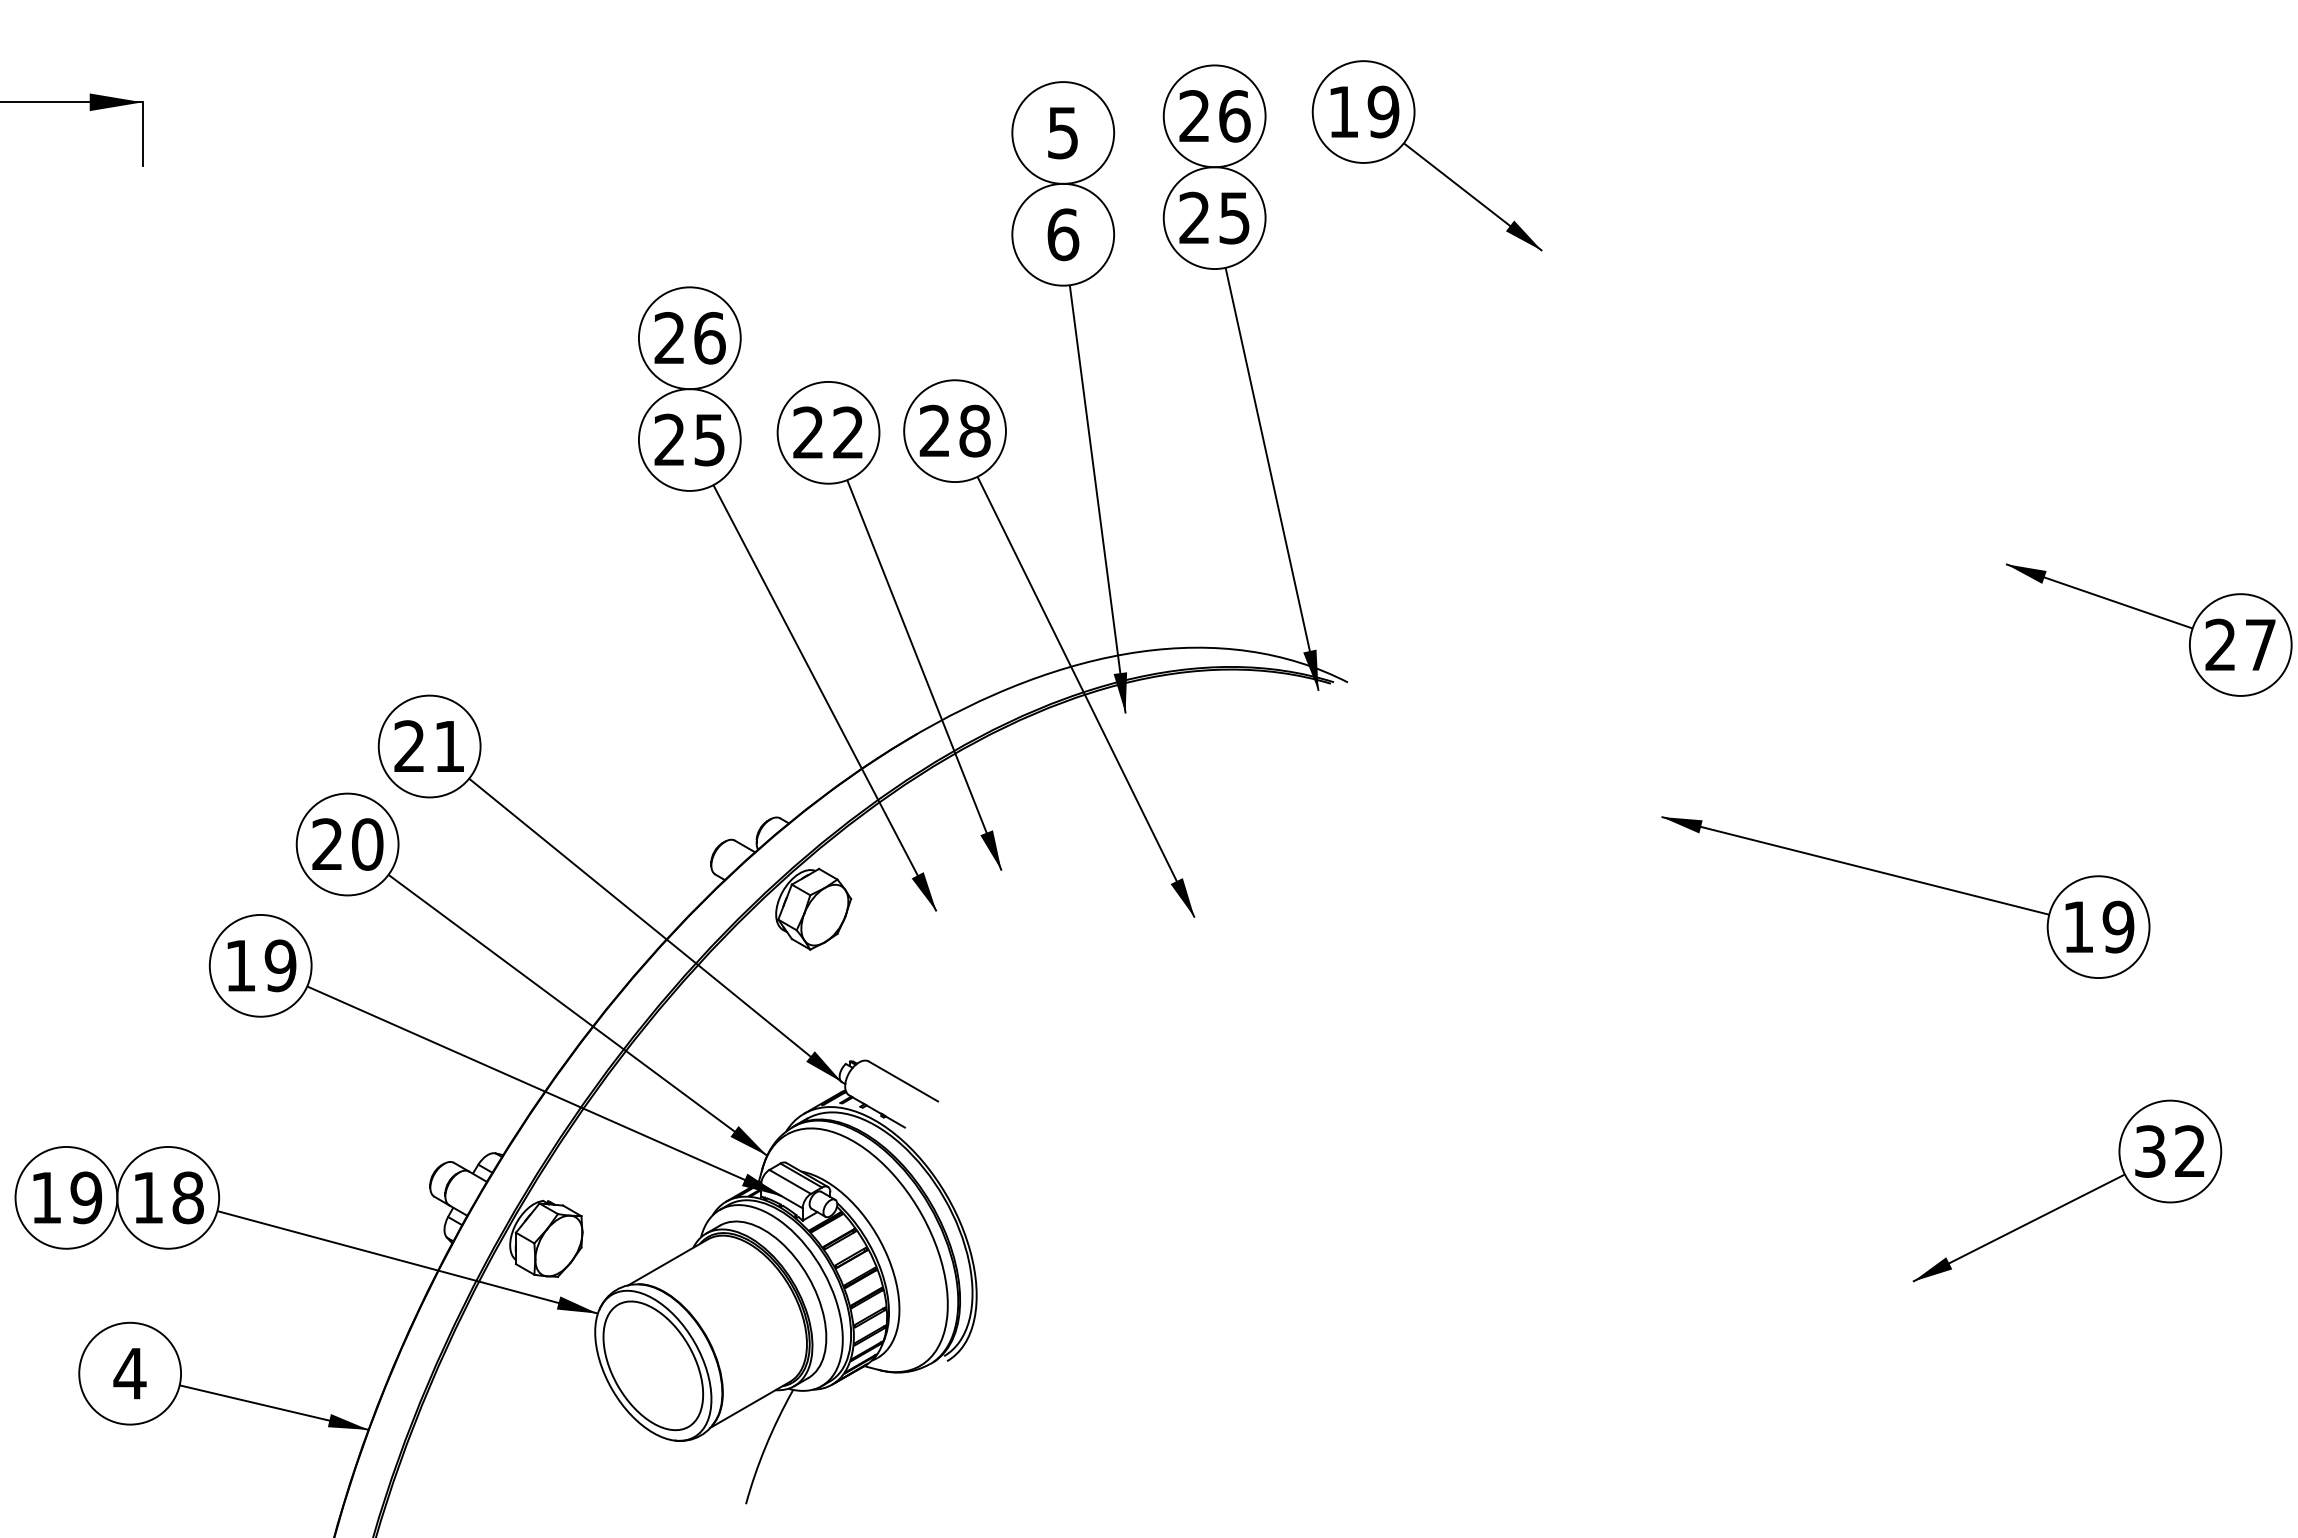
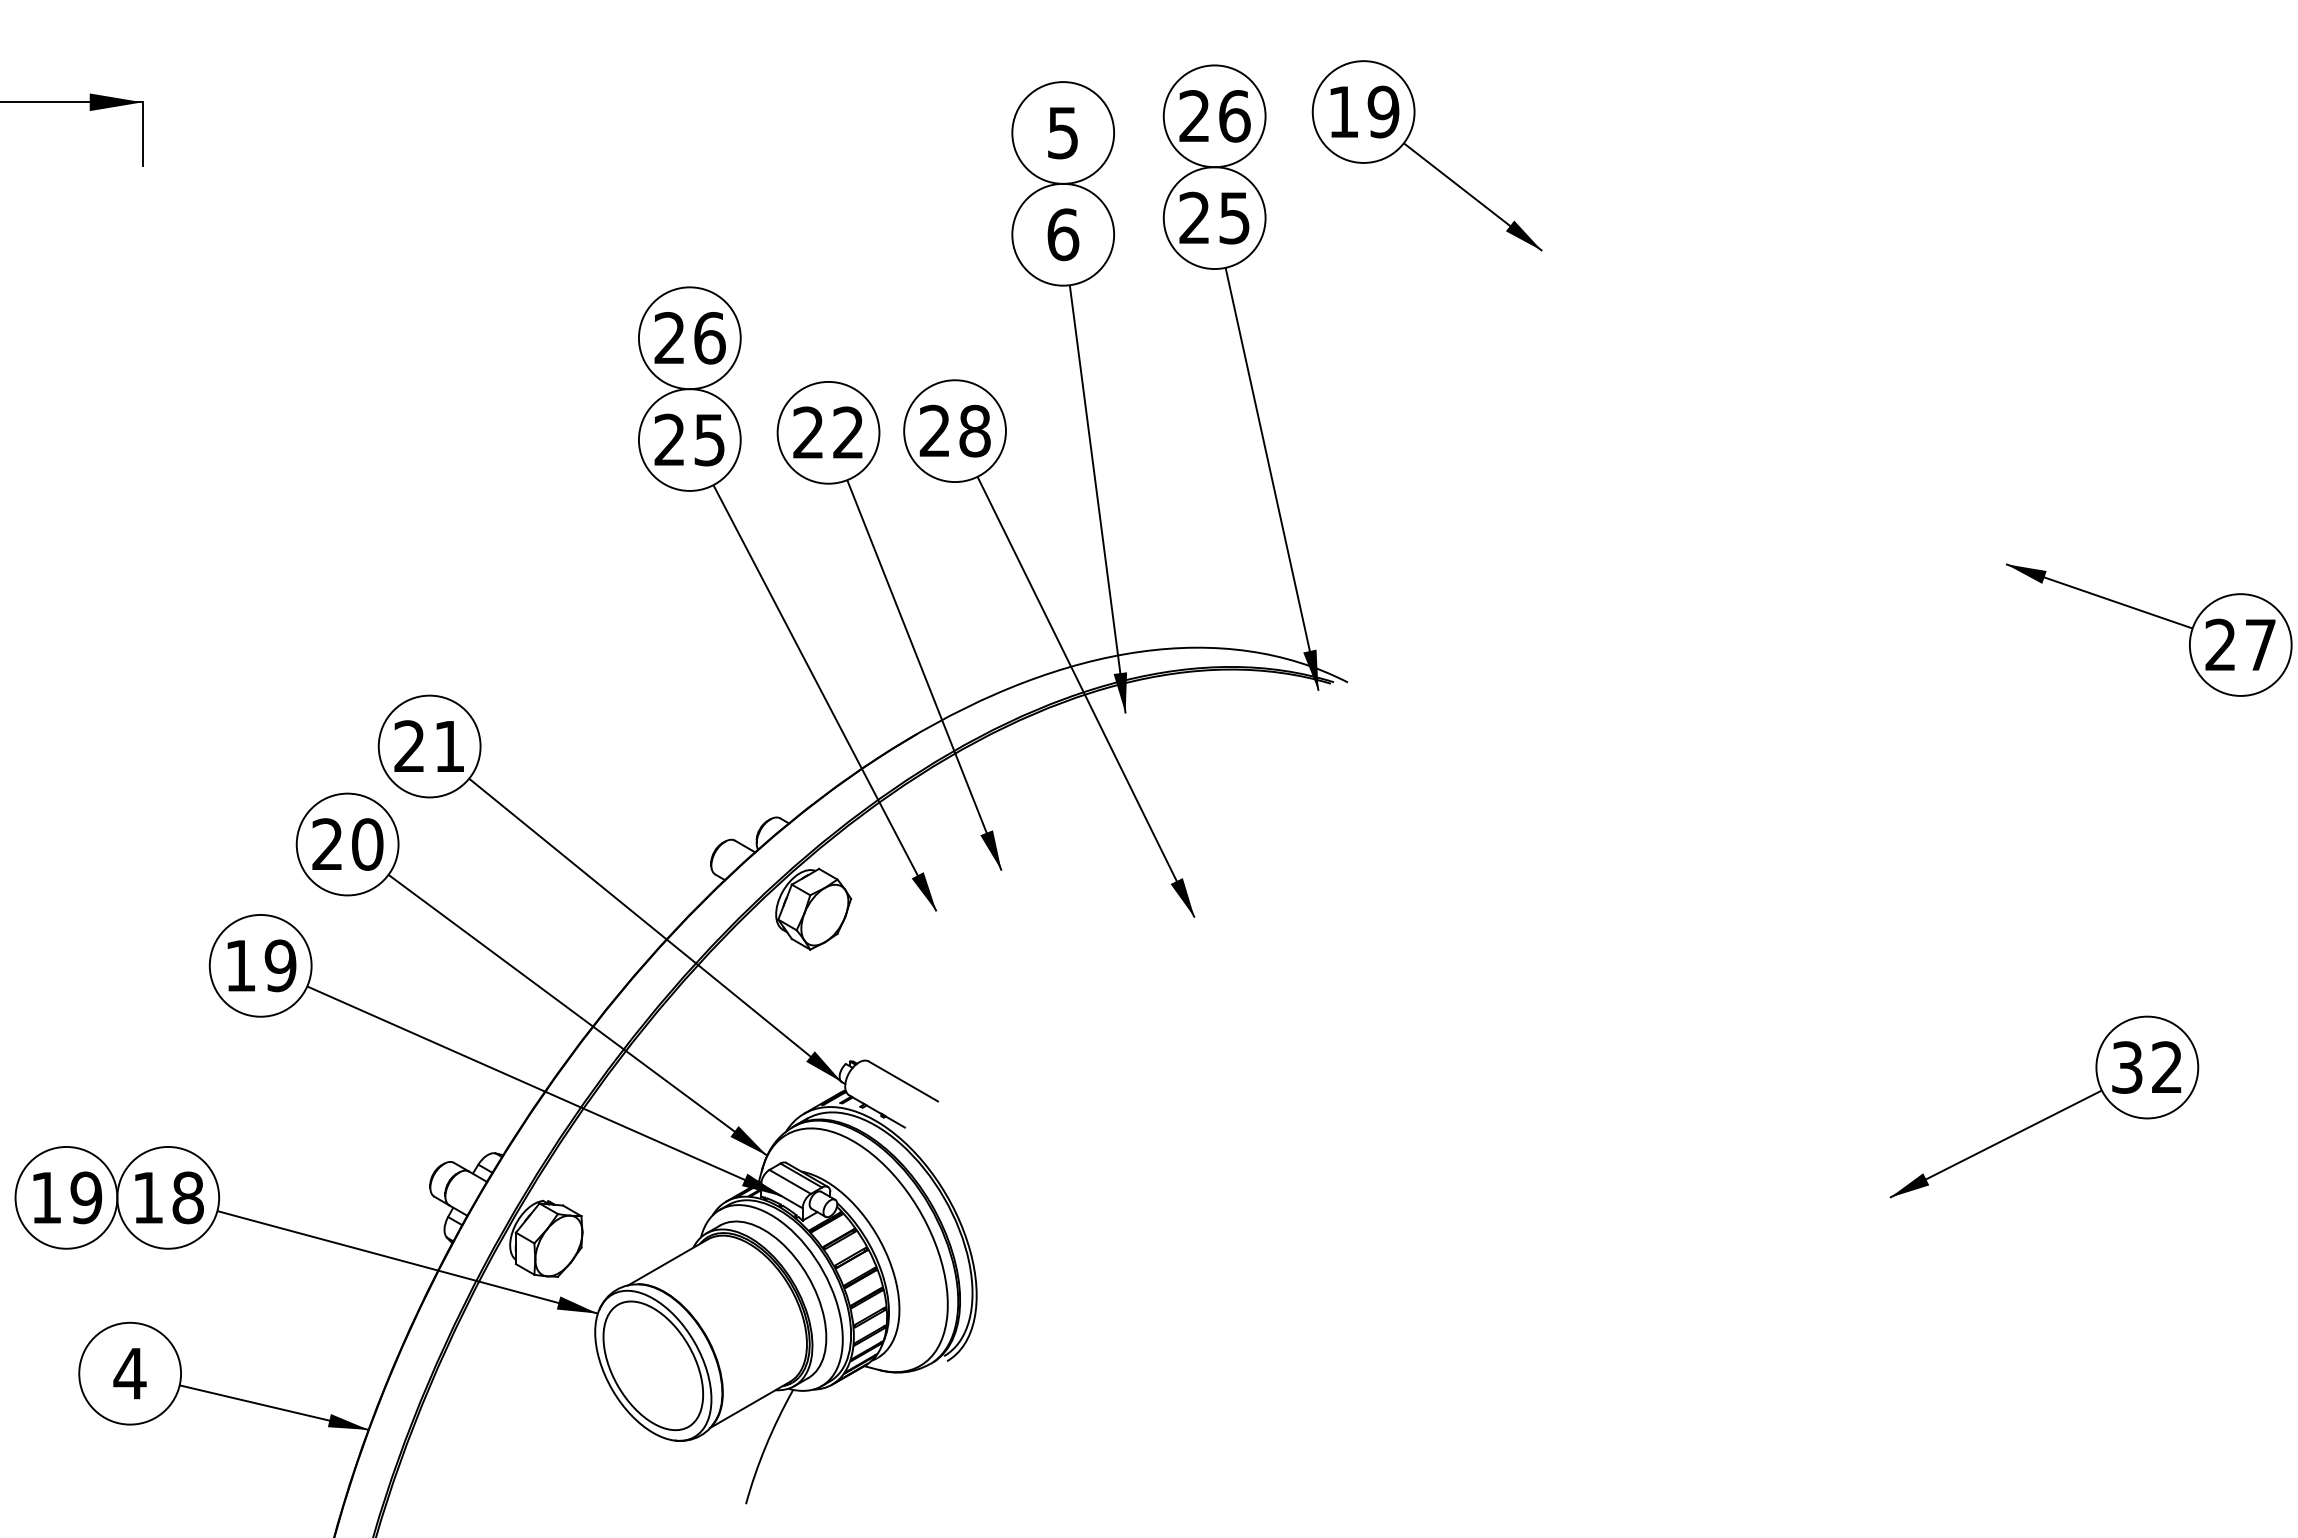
part at (1908, 880): present -> none
part at (2071, 1200) position: (2071, 1200) -> (2048, 1116)
